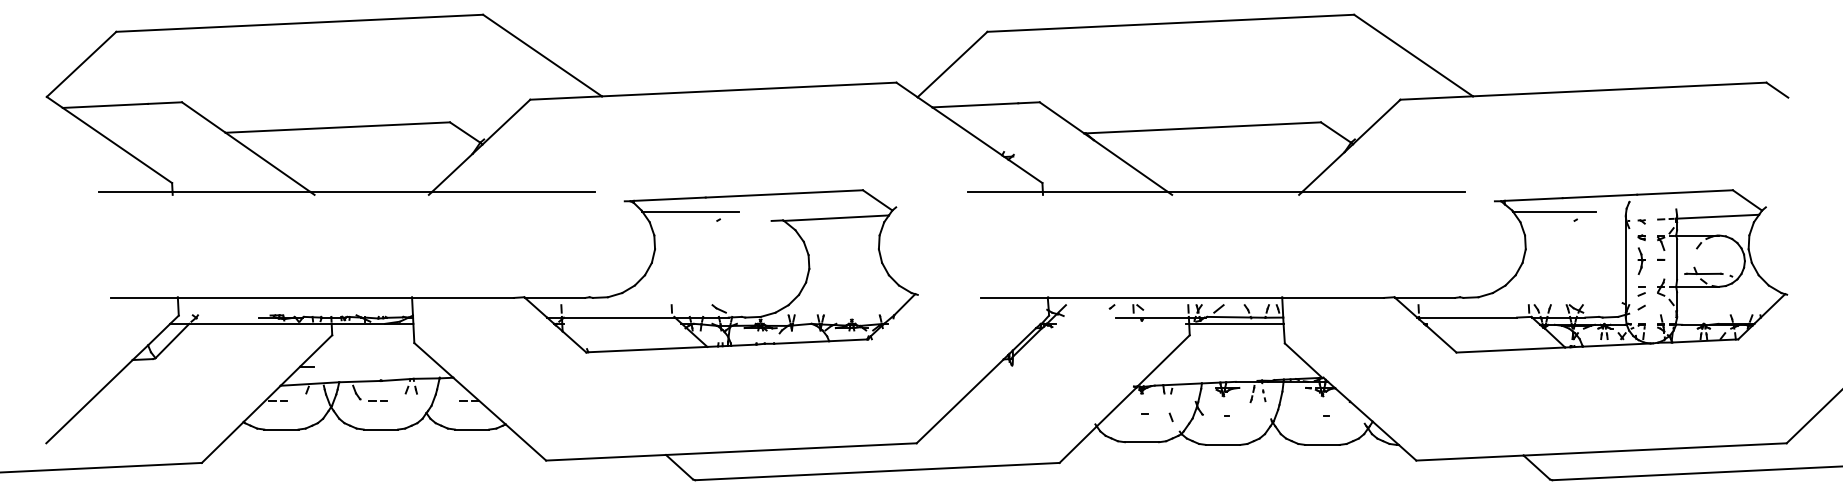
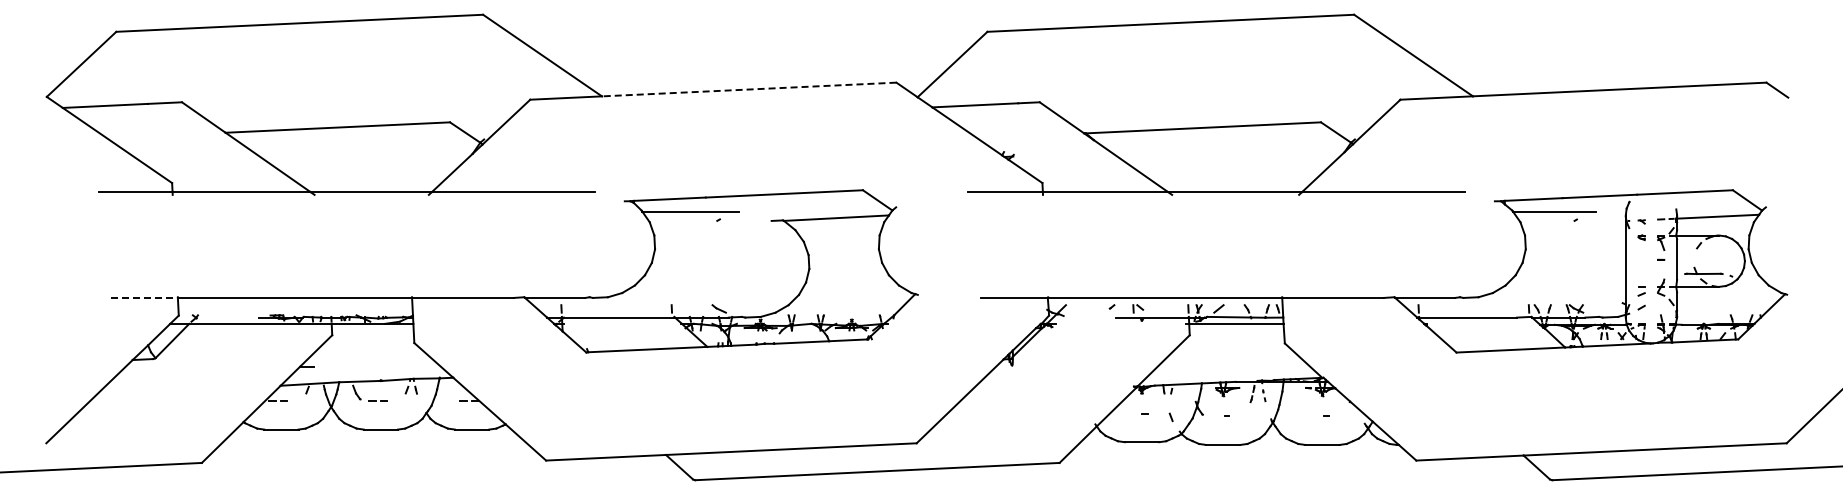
line at (748, 89): solid -> dashed
part at (1641, 260): present -> none
line at (144, 297): solid -> dashed
